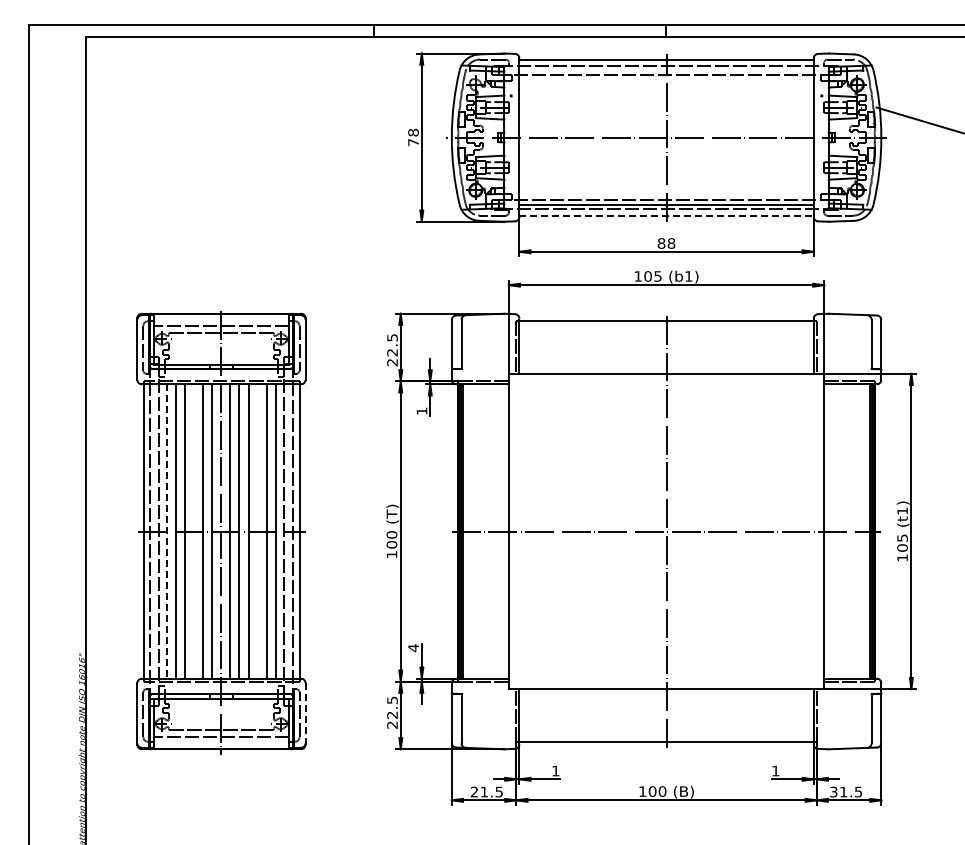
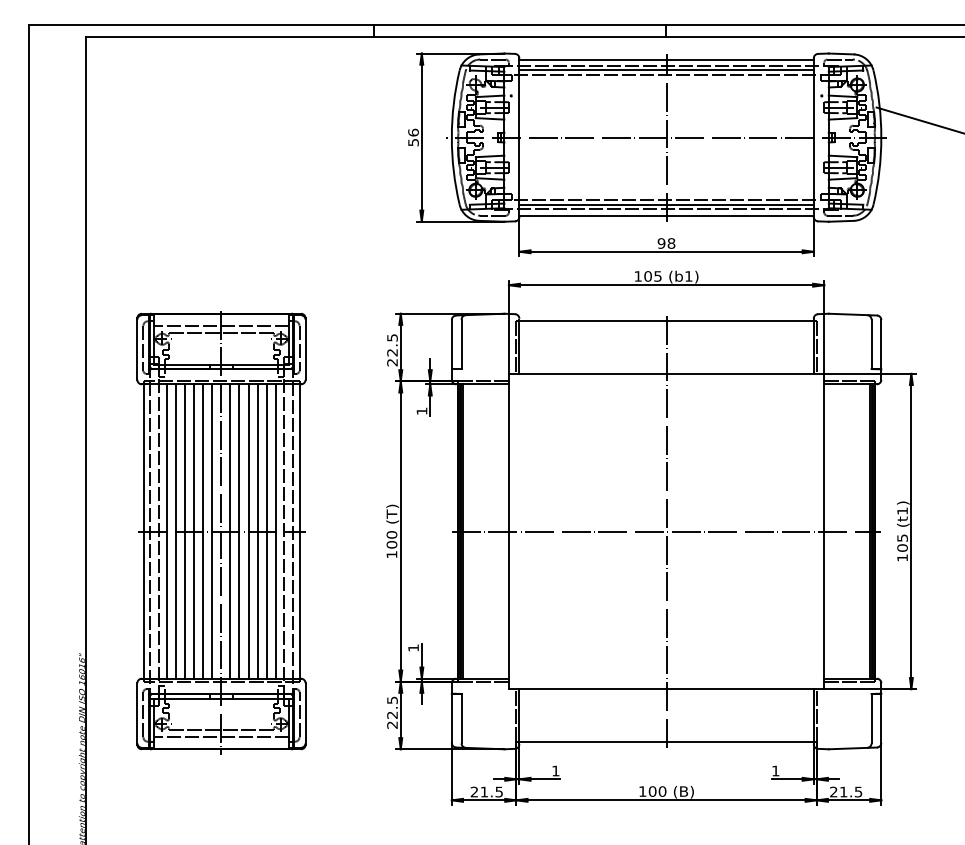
line at (666, 70): none -> present
text at (413, 137): 78 -> 56
line at (667, 215): dashed -> solid
text at (661, 243): 88 -> 98
line at (194, 531): none -> present
line at (257, 531): none -> present
line at (167, 532): dashed -> solid
text at (413, 648): 4 -> 1
line at (305, 713): dashed -> solid
text at (833, 792): 31.5 -> 21.5
